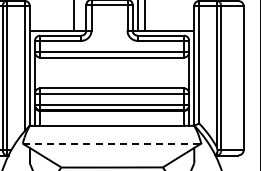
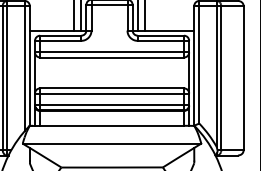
line at (81, 16): none -> present
line at (112, 143): dashed -> solid
